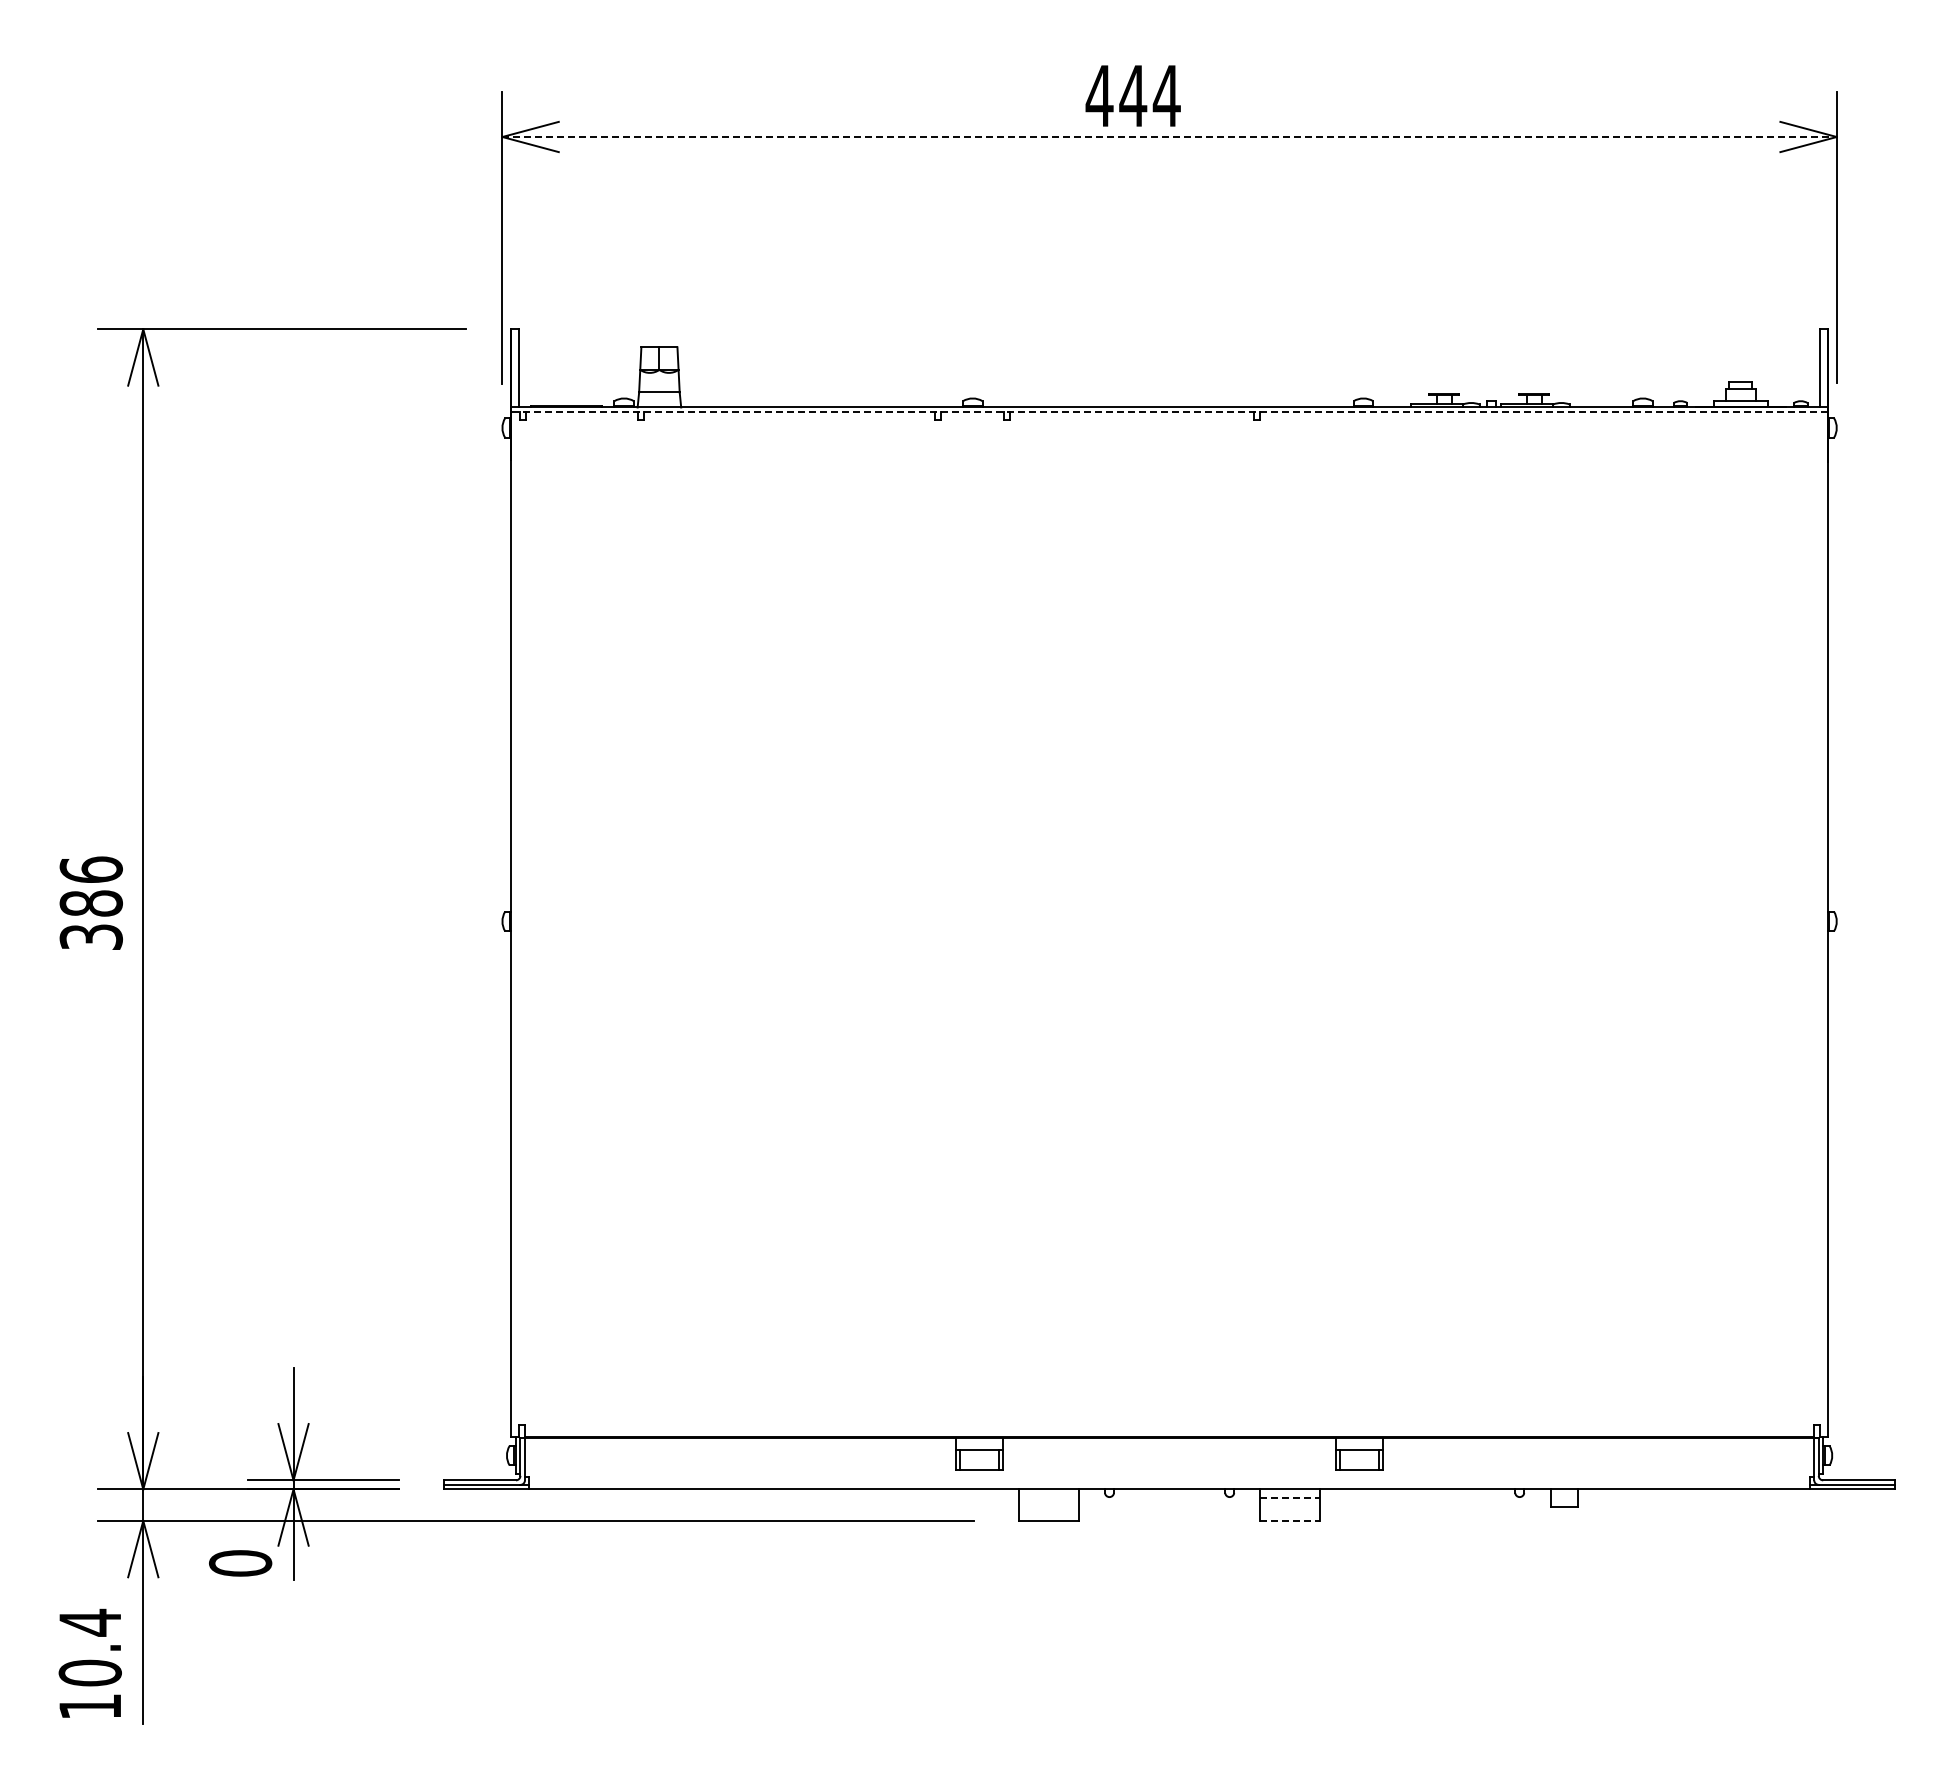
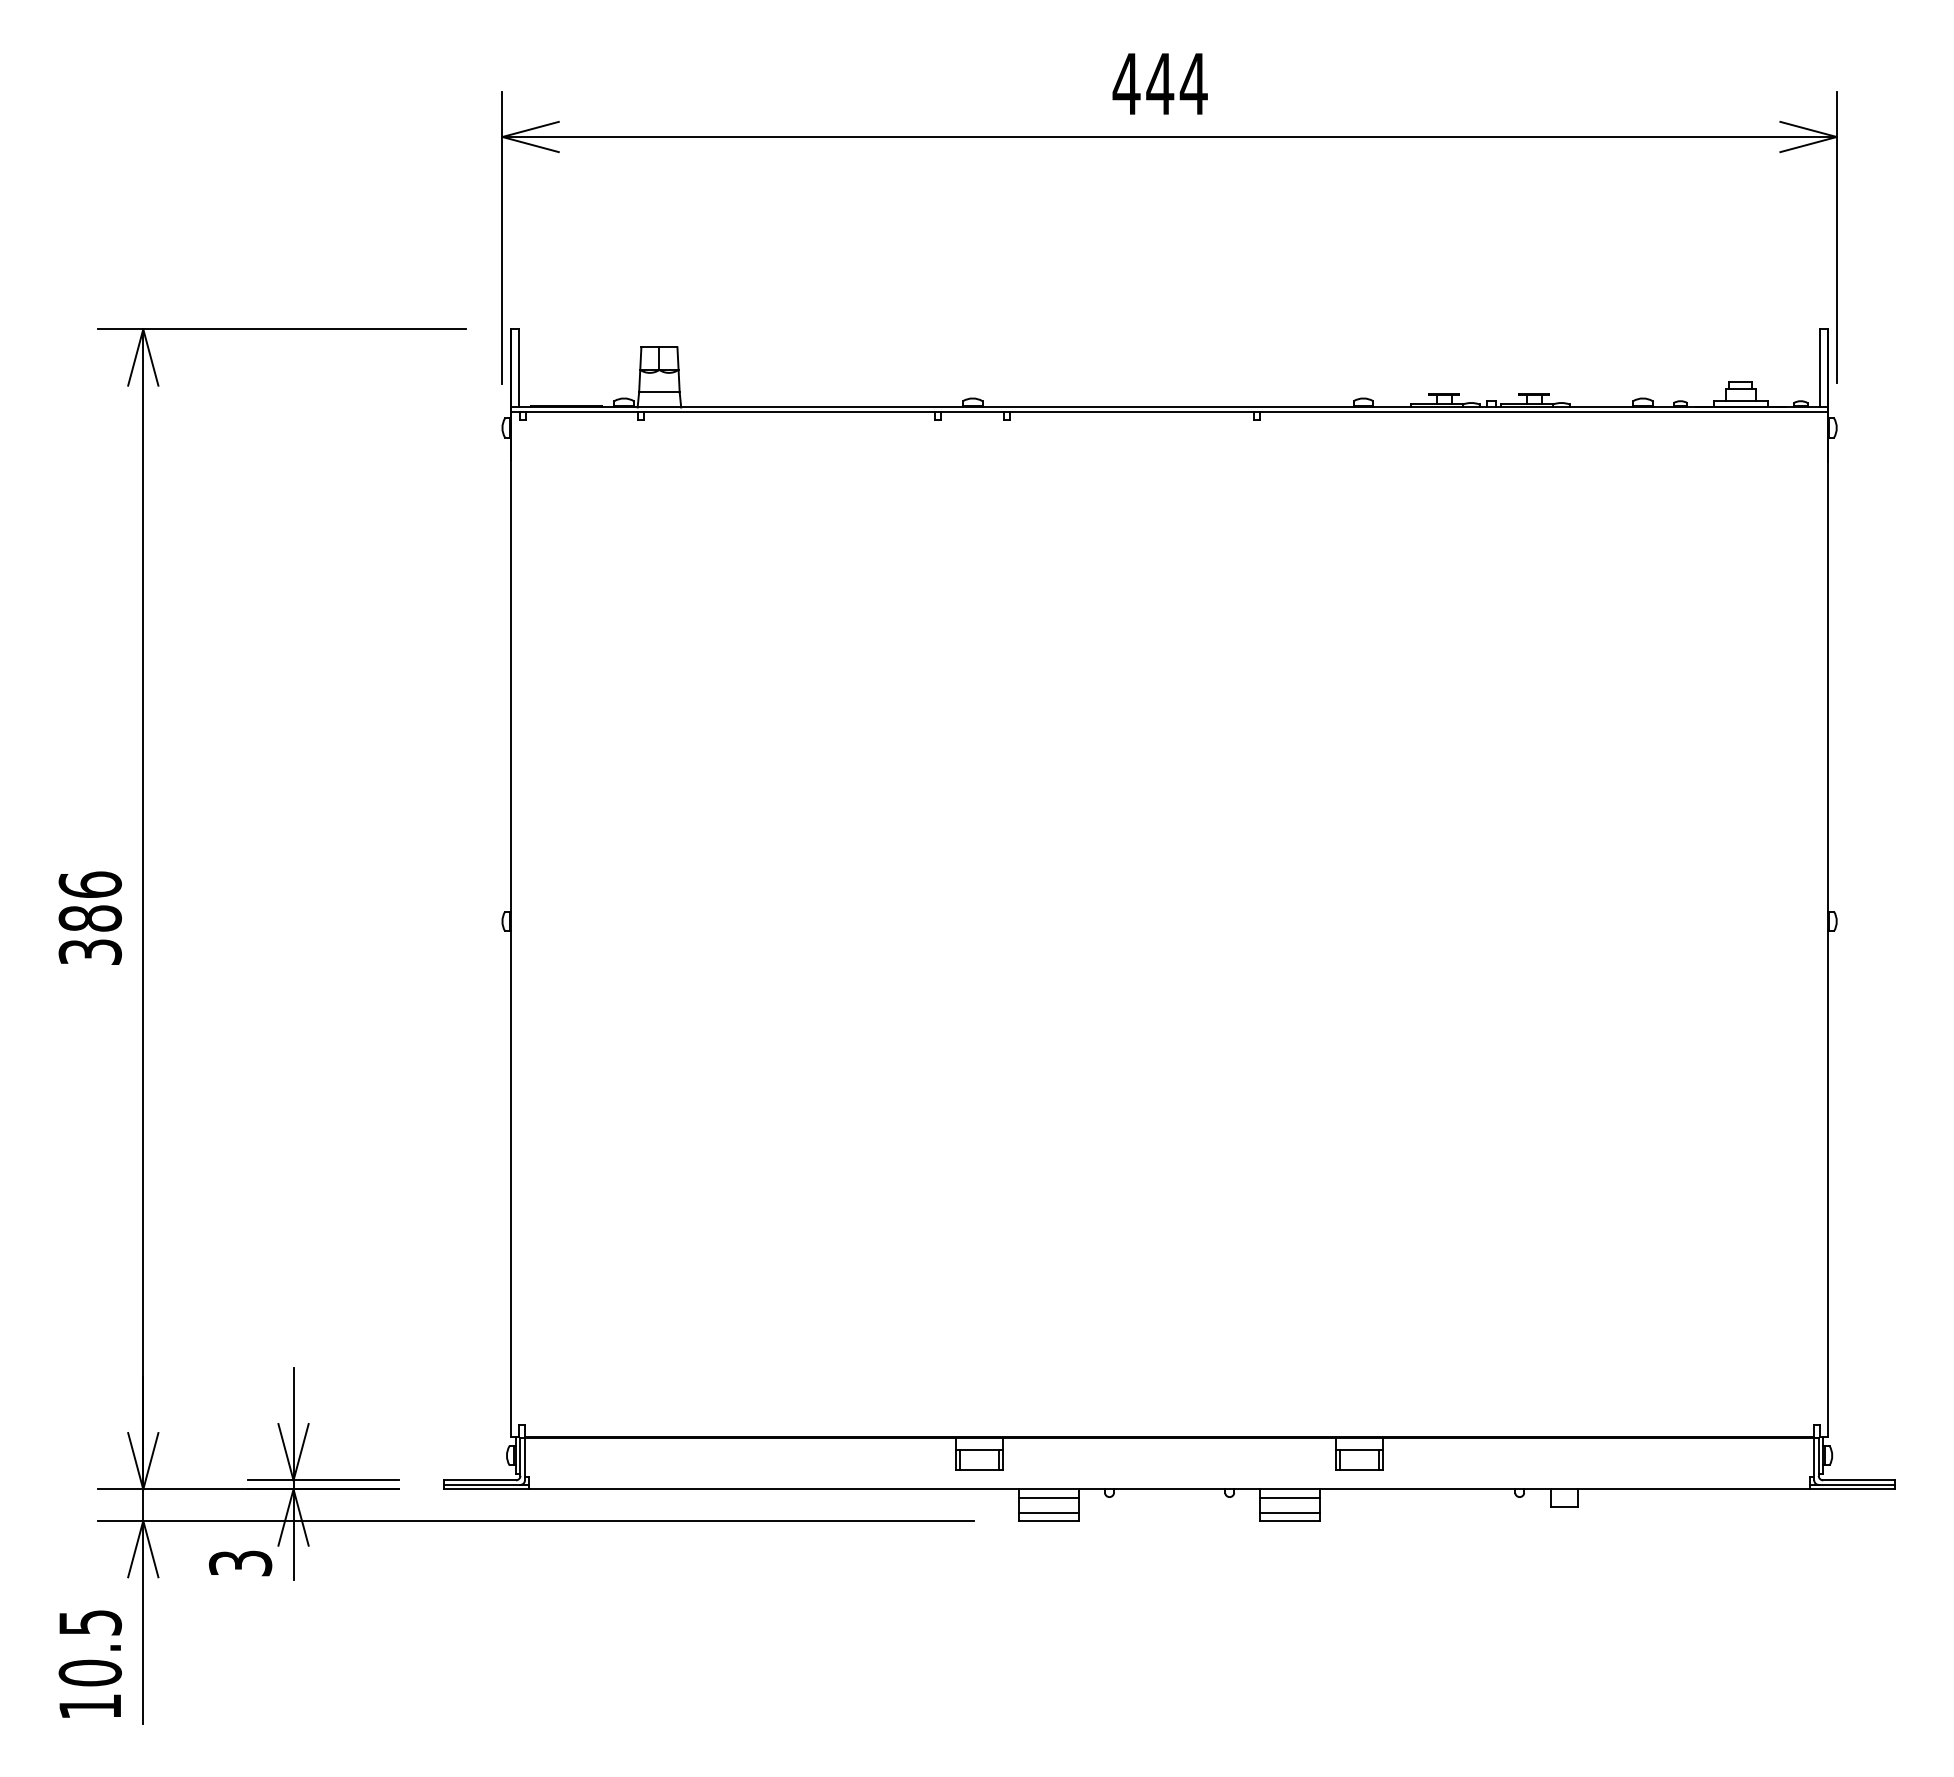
text at (1132, 95) position: (1132, 95) -> (1159, 83)
line at (1170, 137): dashed -> solid
line at (1169, 411): dashed -> solid
text at (90, 902) position: (90, 902) -> (89, 917)
line at (1049, 1498): none -> present
line at (1290, 1498): dashed -> solid
line at (1049, 1513): none -> present
line at (1289, 1513): none -> present
line at (1290, 1520): dashed -> solid
text at (240, 1563): 0 -> 3
text at (90, 1622): 10.4 -> 10.5
